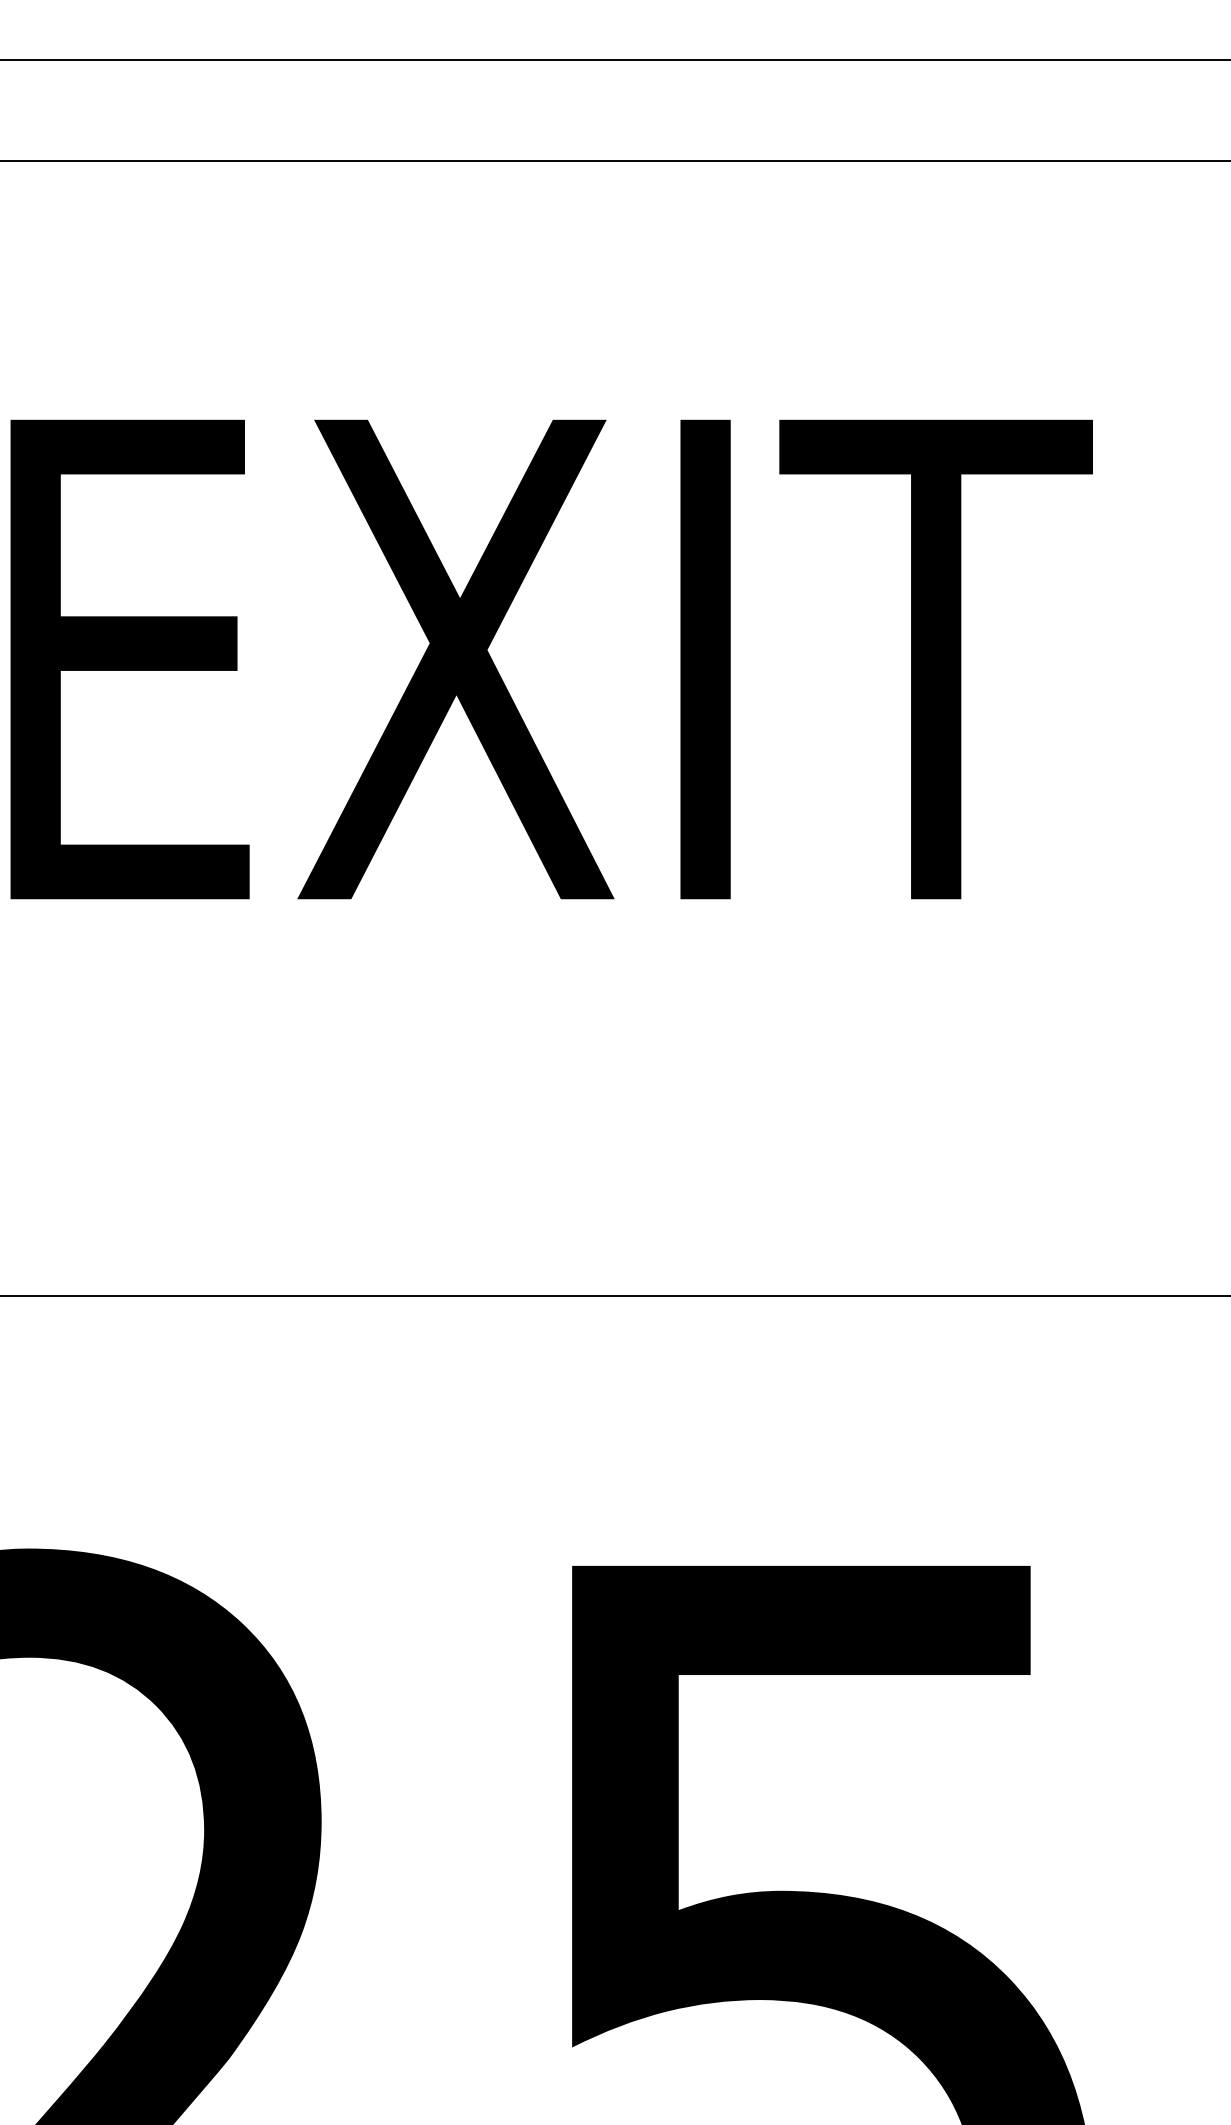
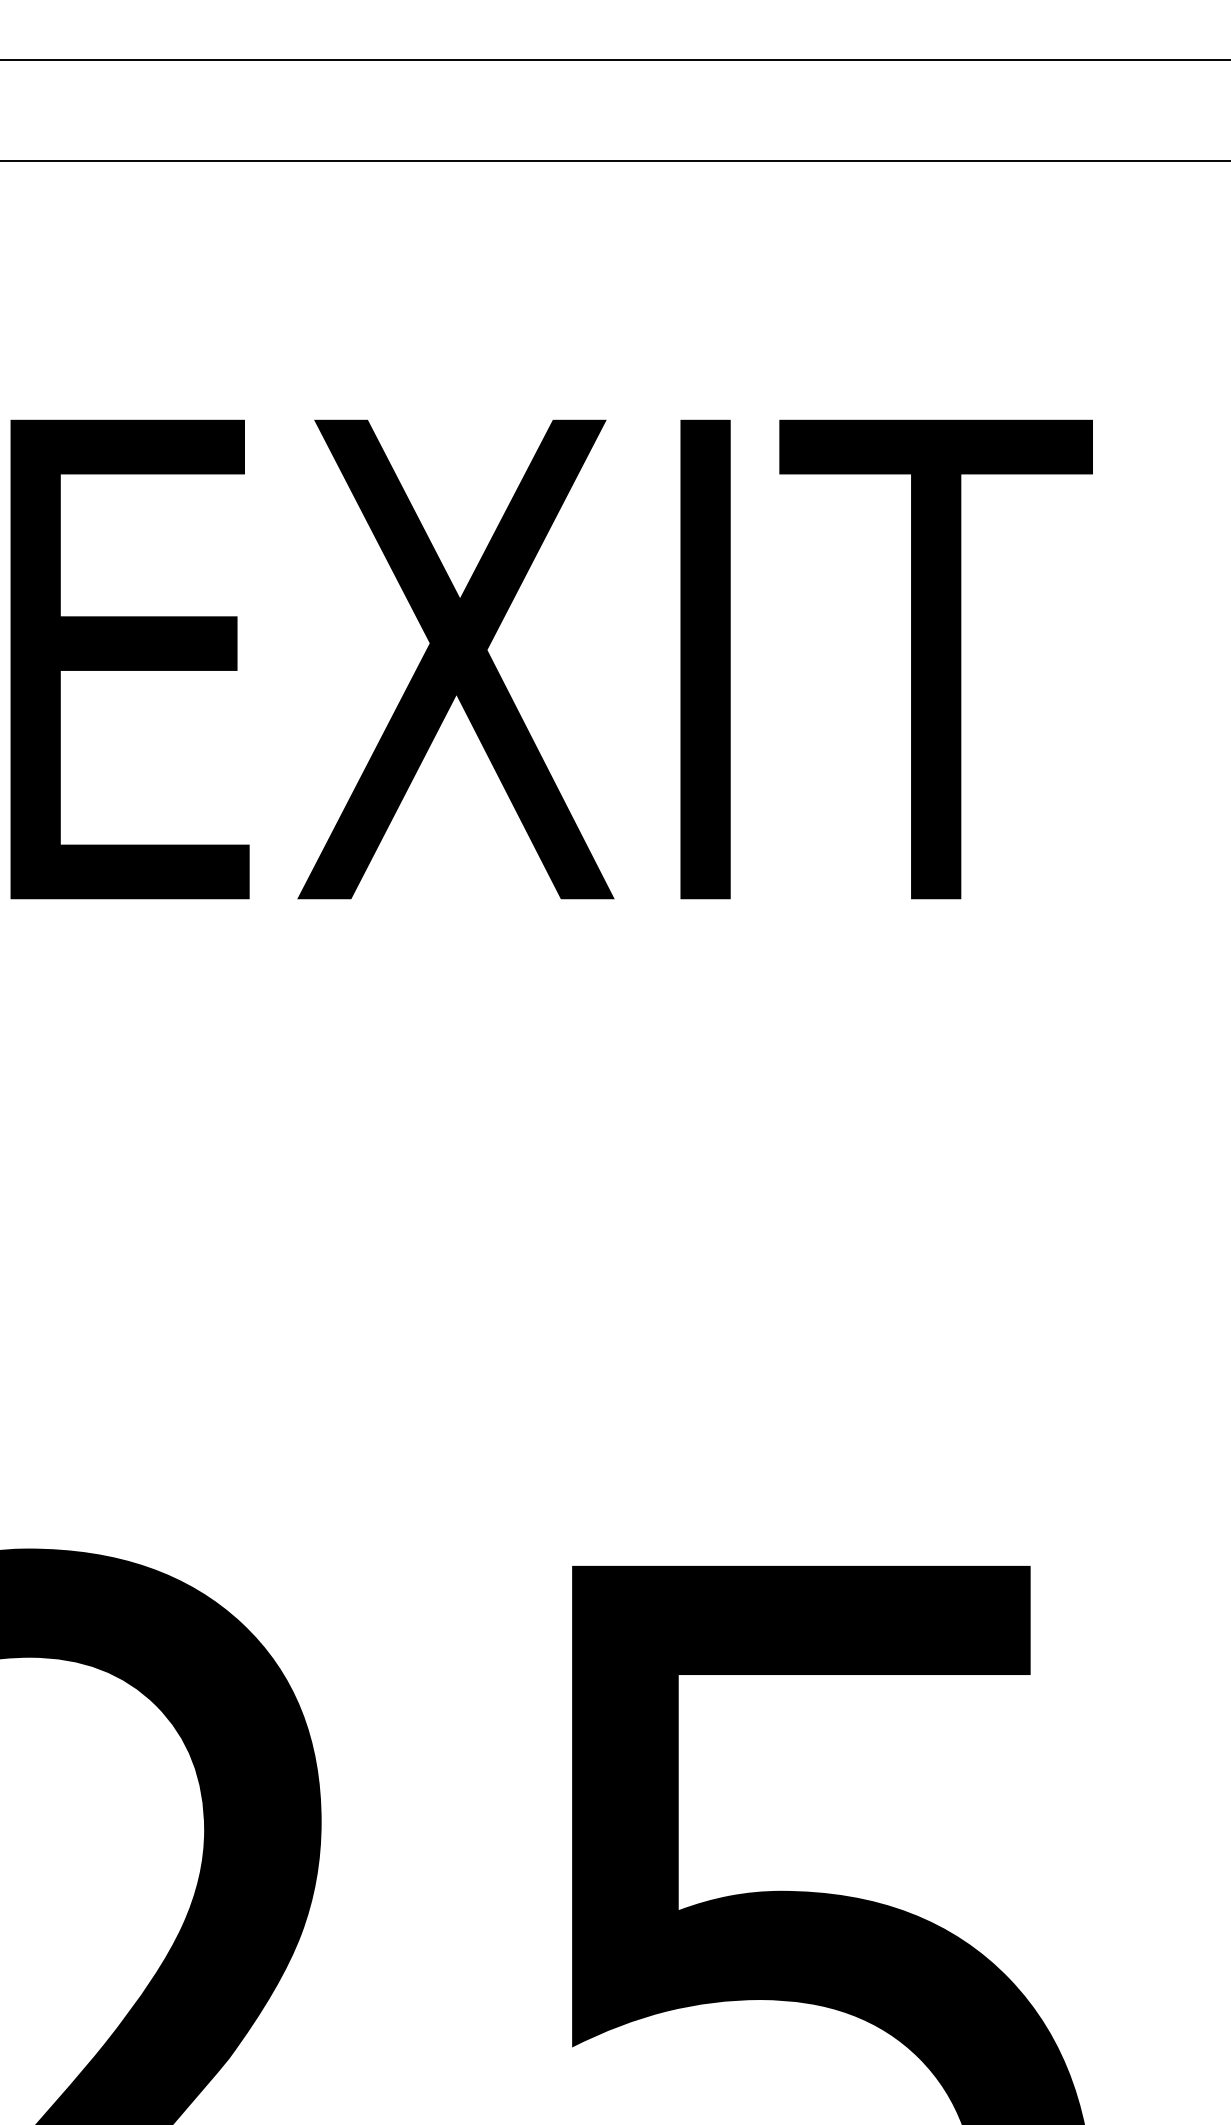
line at (614, 1296): present -> none
